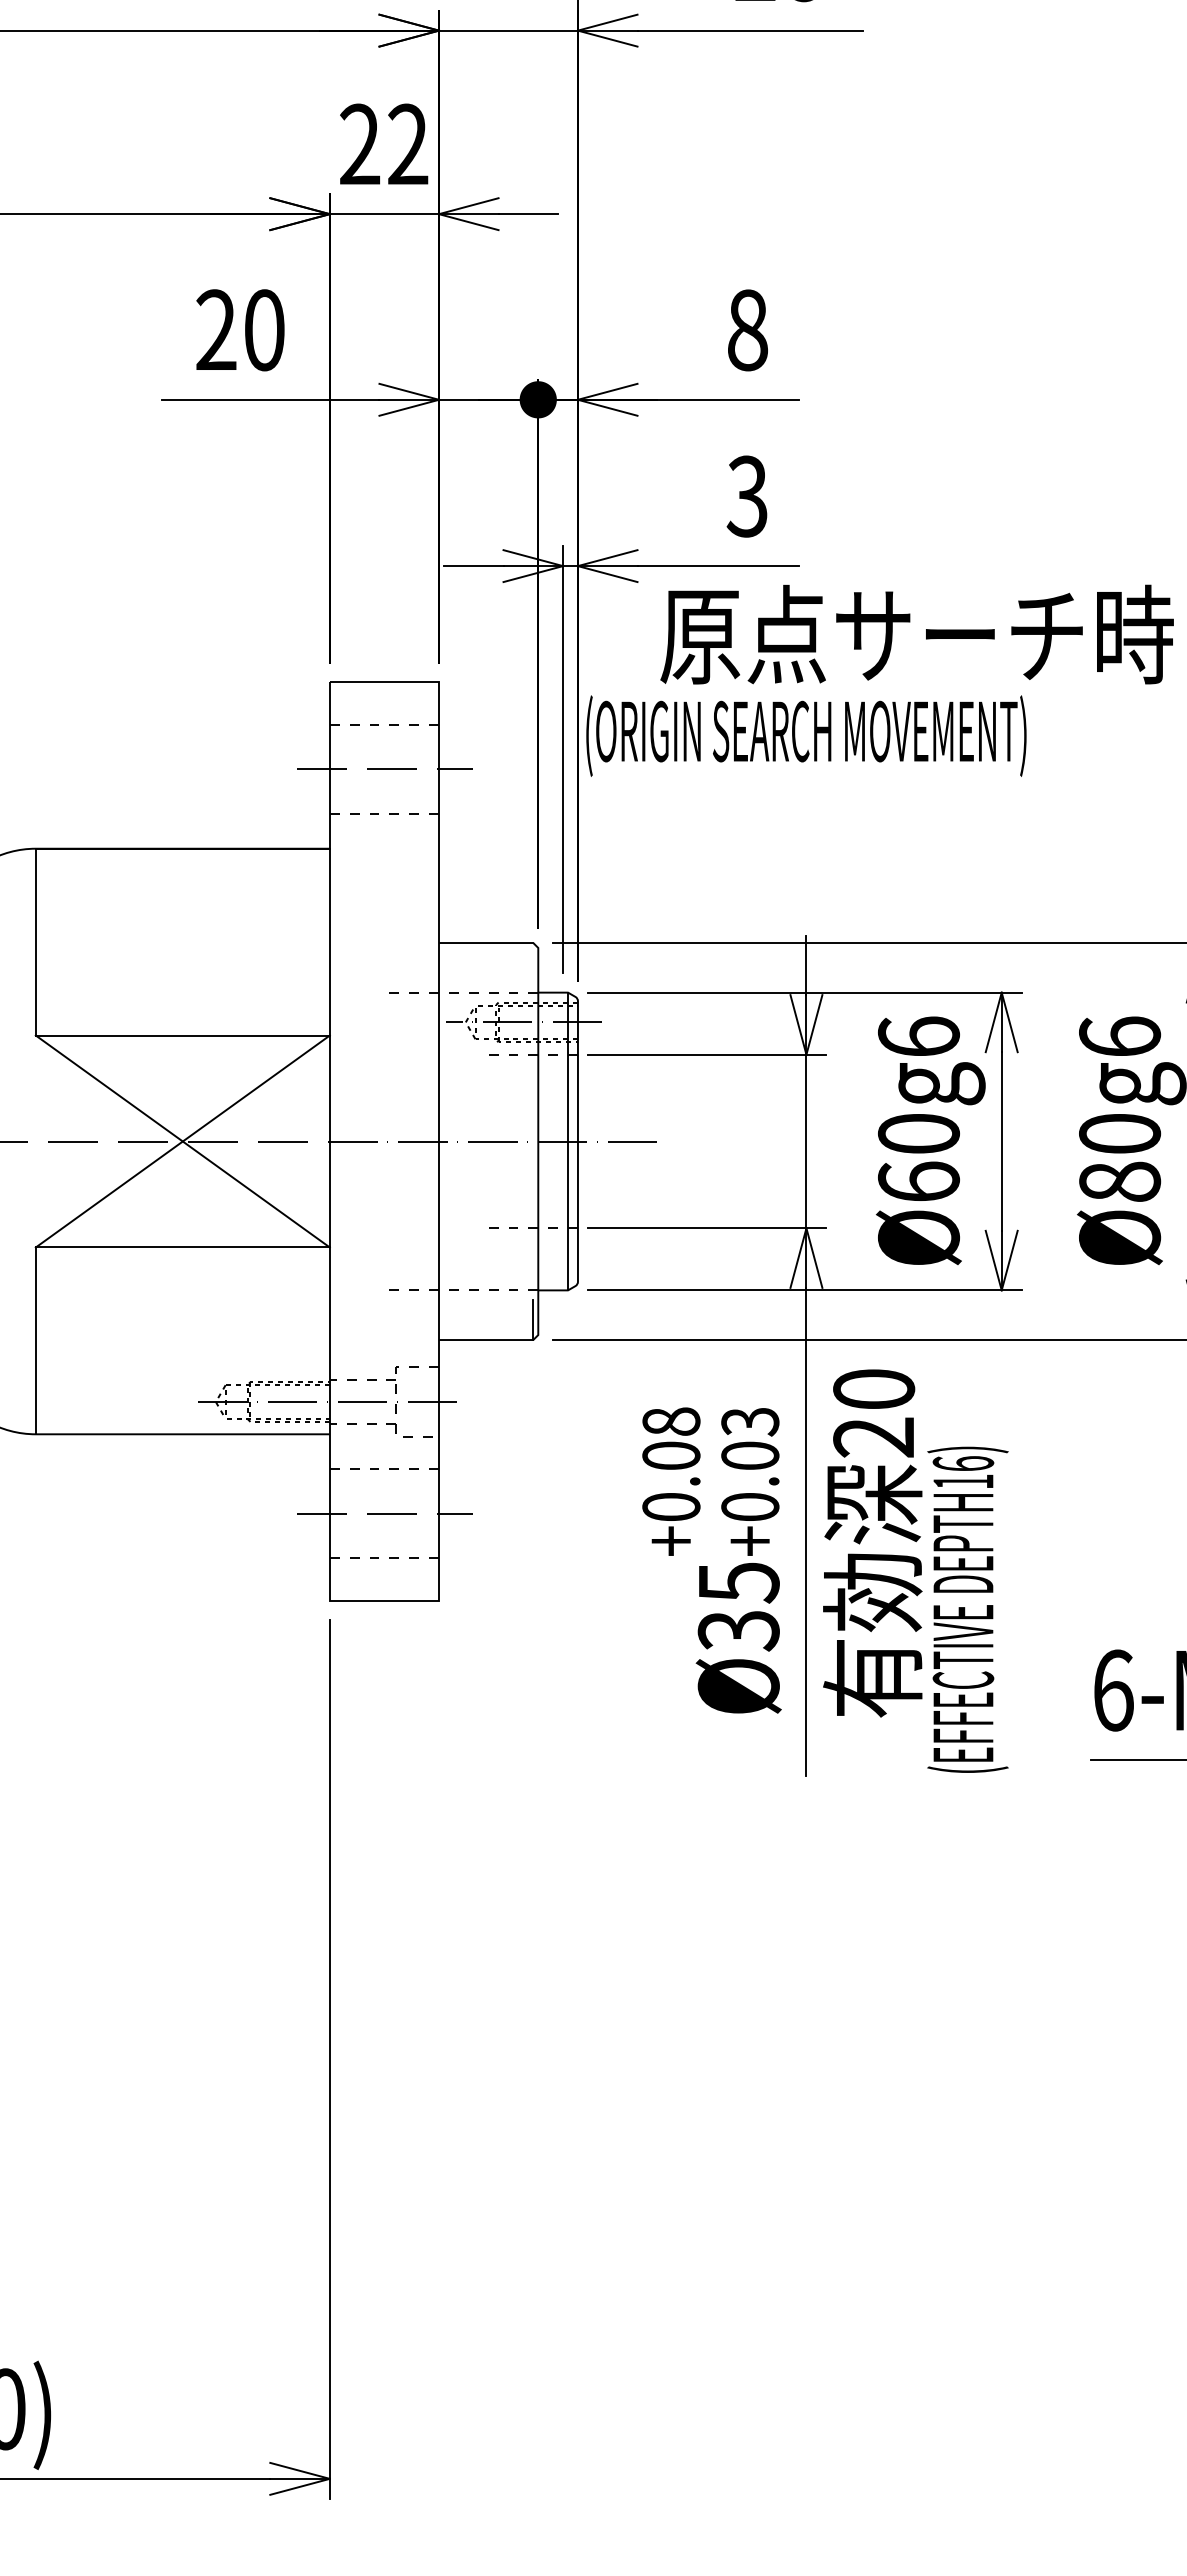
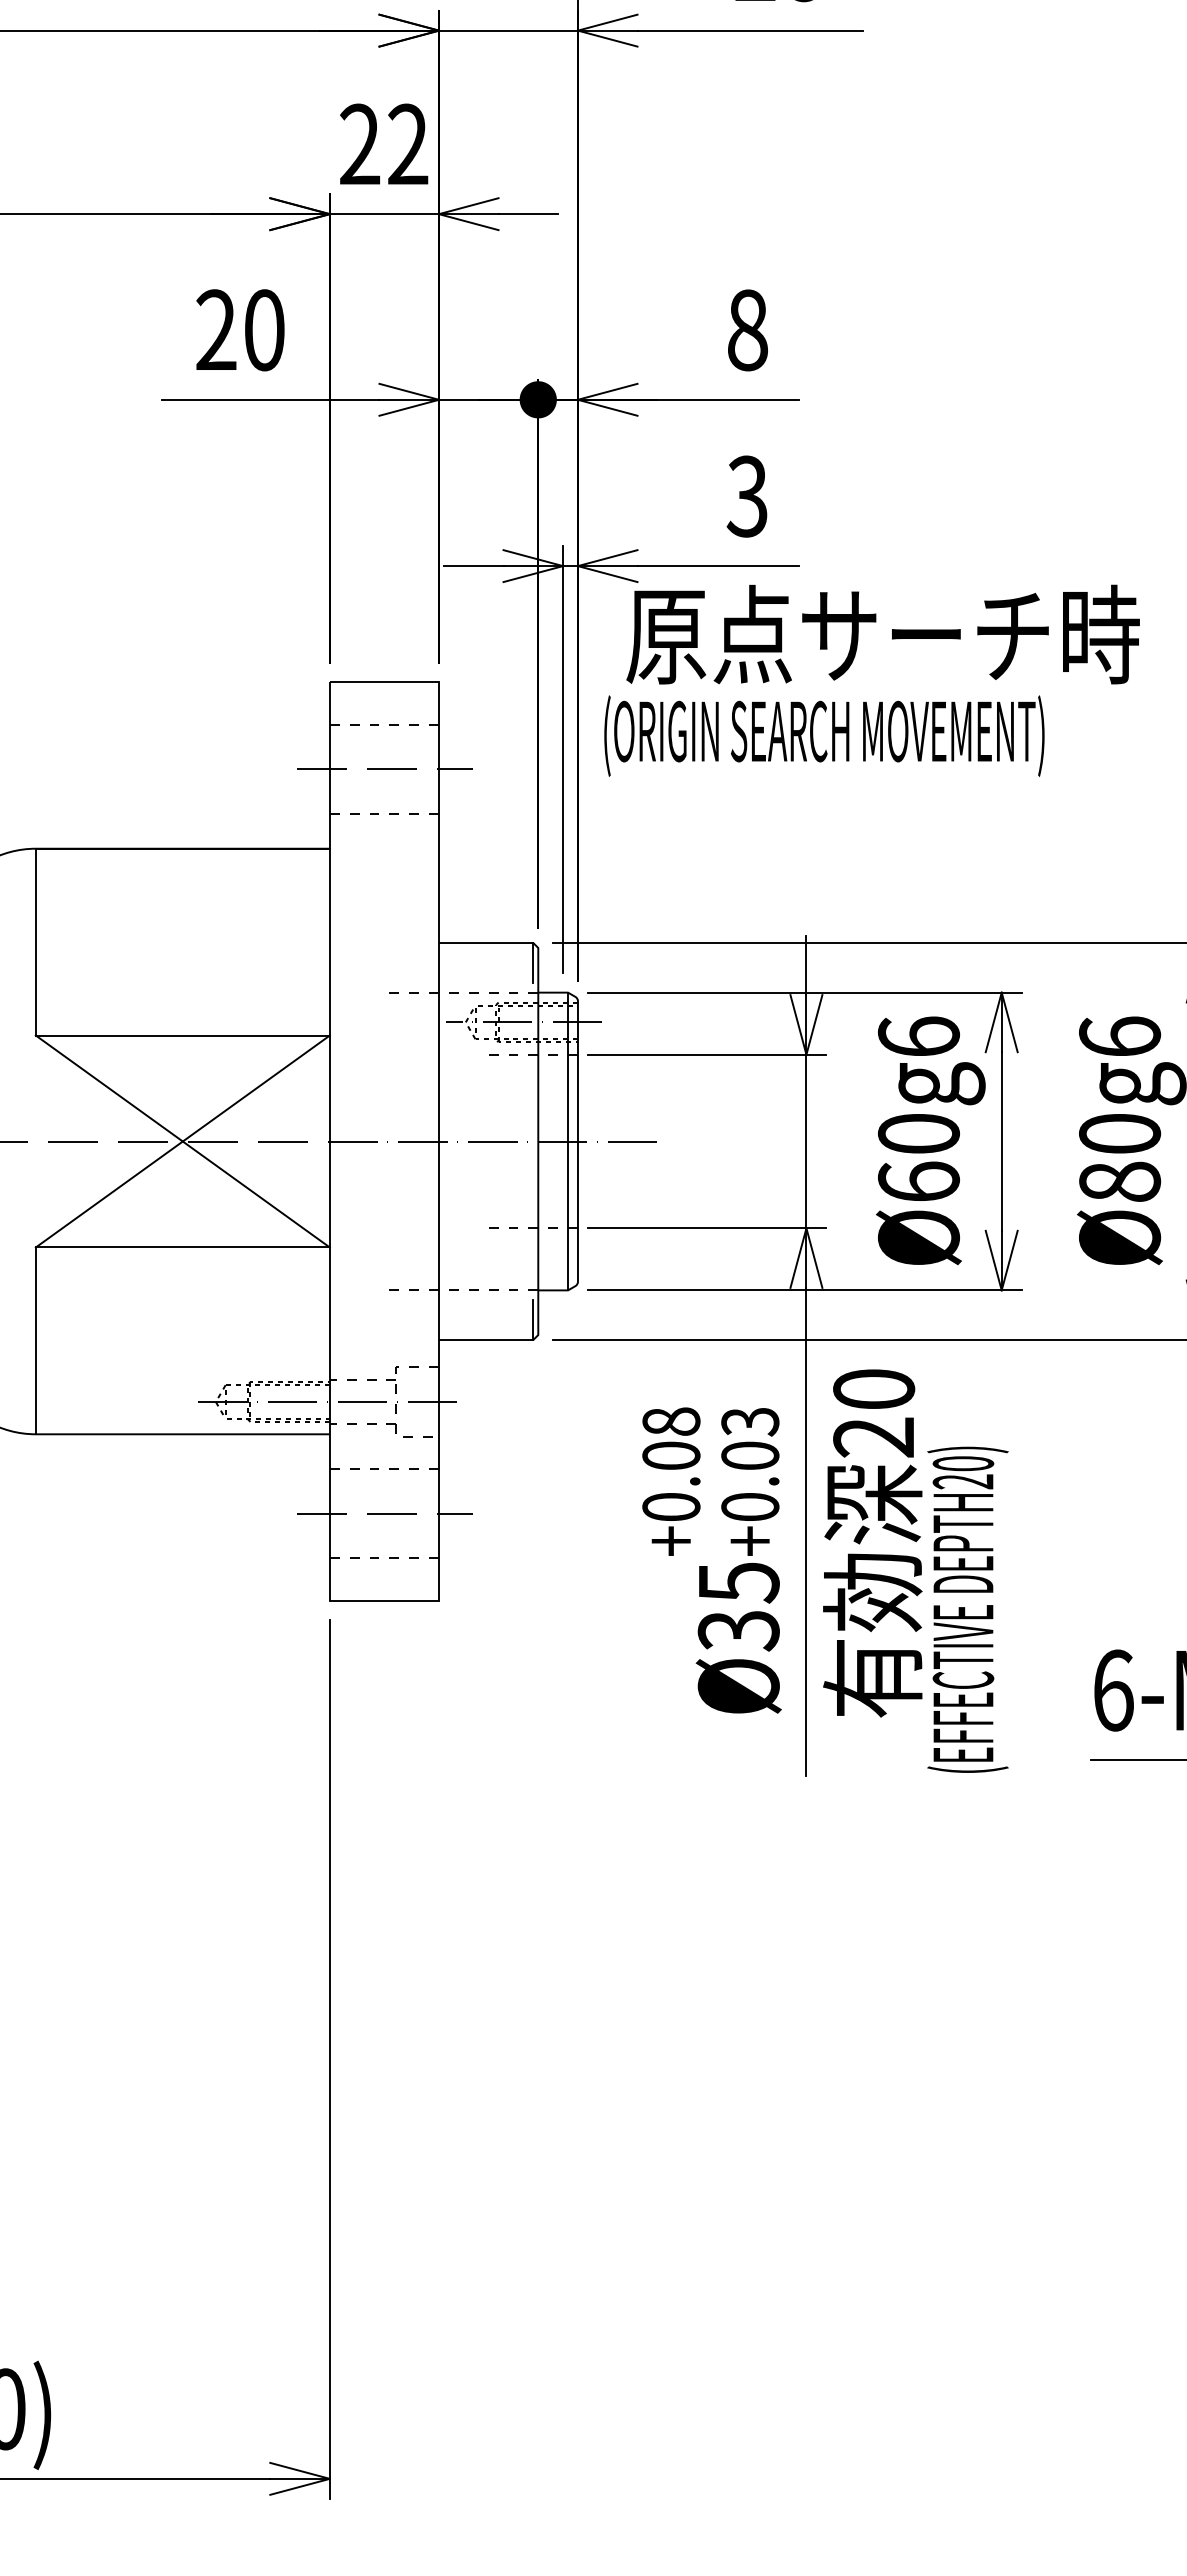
text at (916, 634) position: (916, 634) -> (882, 634)
text at (806, 735) position: (806, 735) -> (824, 735)
line at (533, 962): none -> present
text at (963, 1472): DEPTH16) -> DEPTH20)
